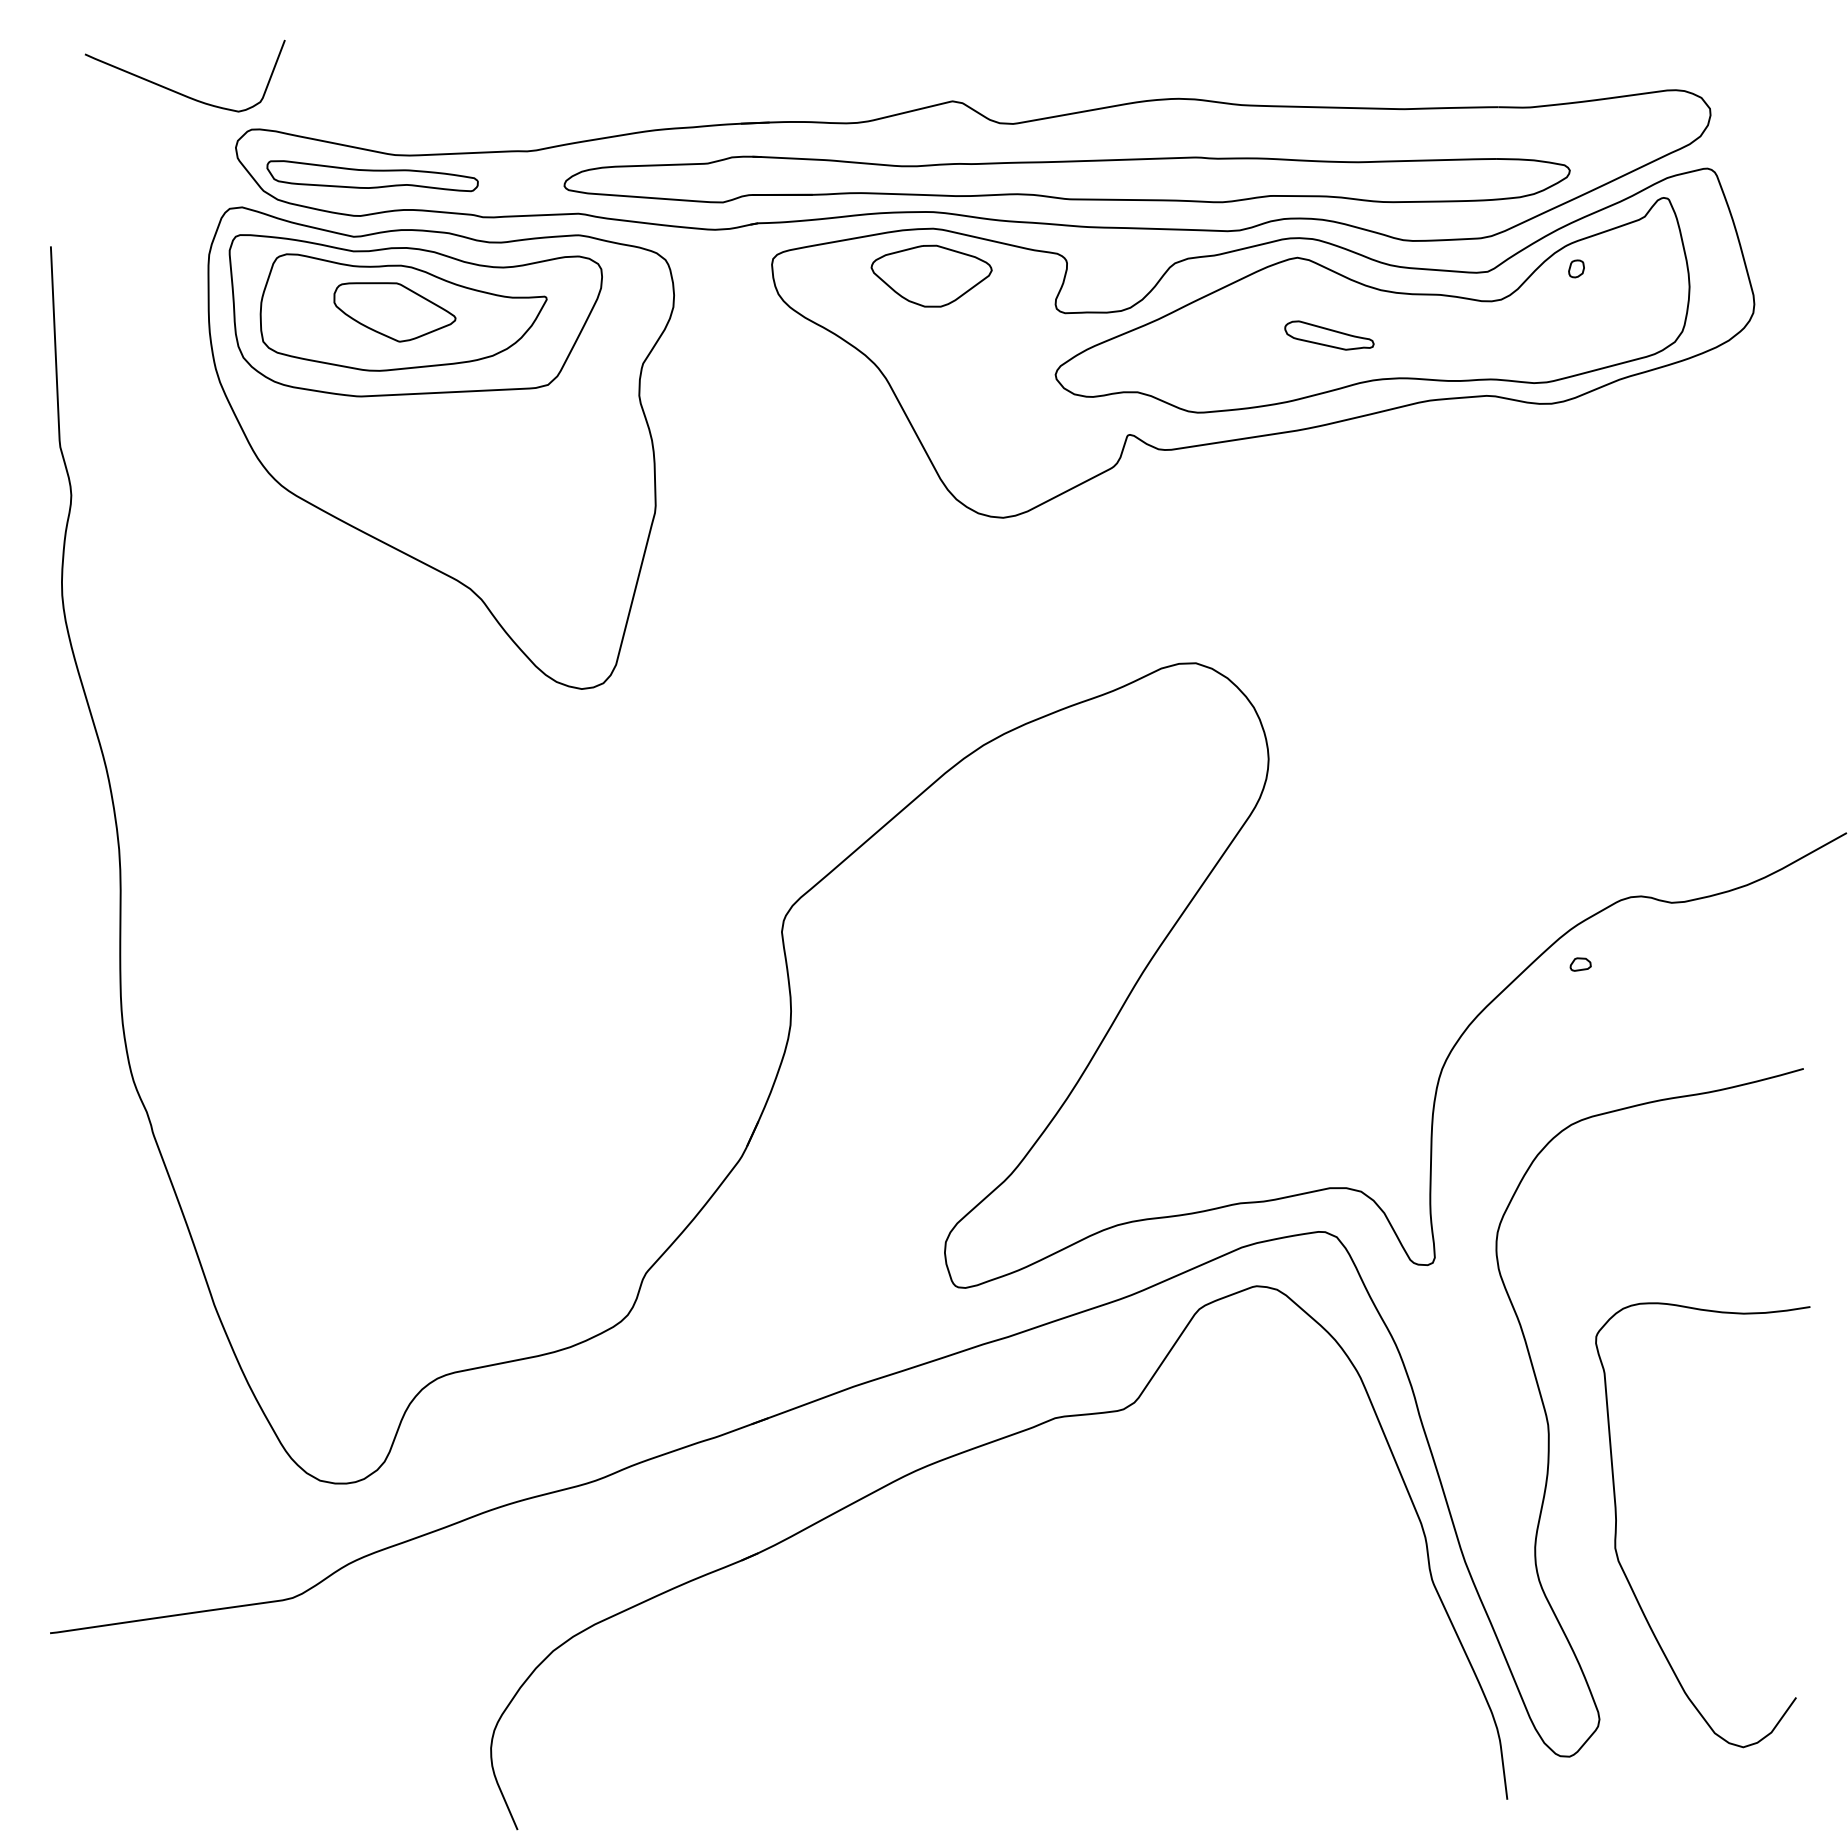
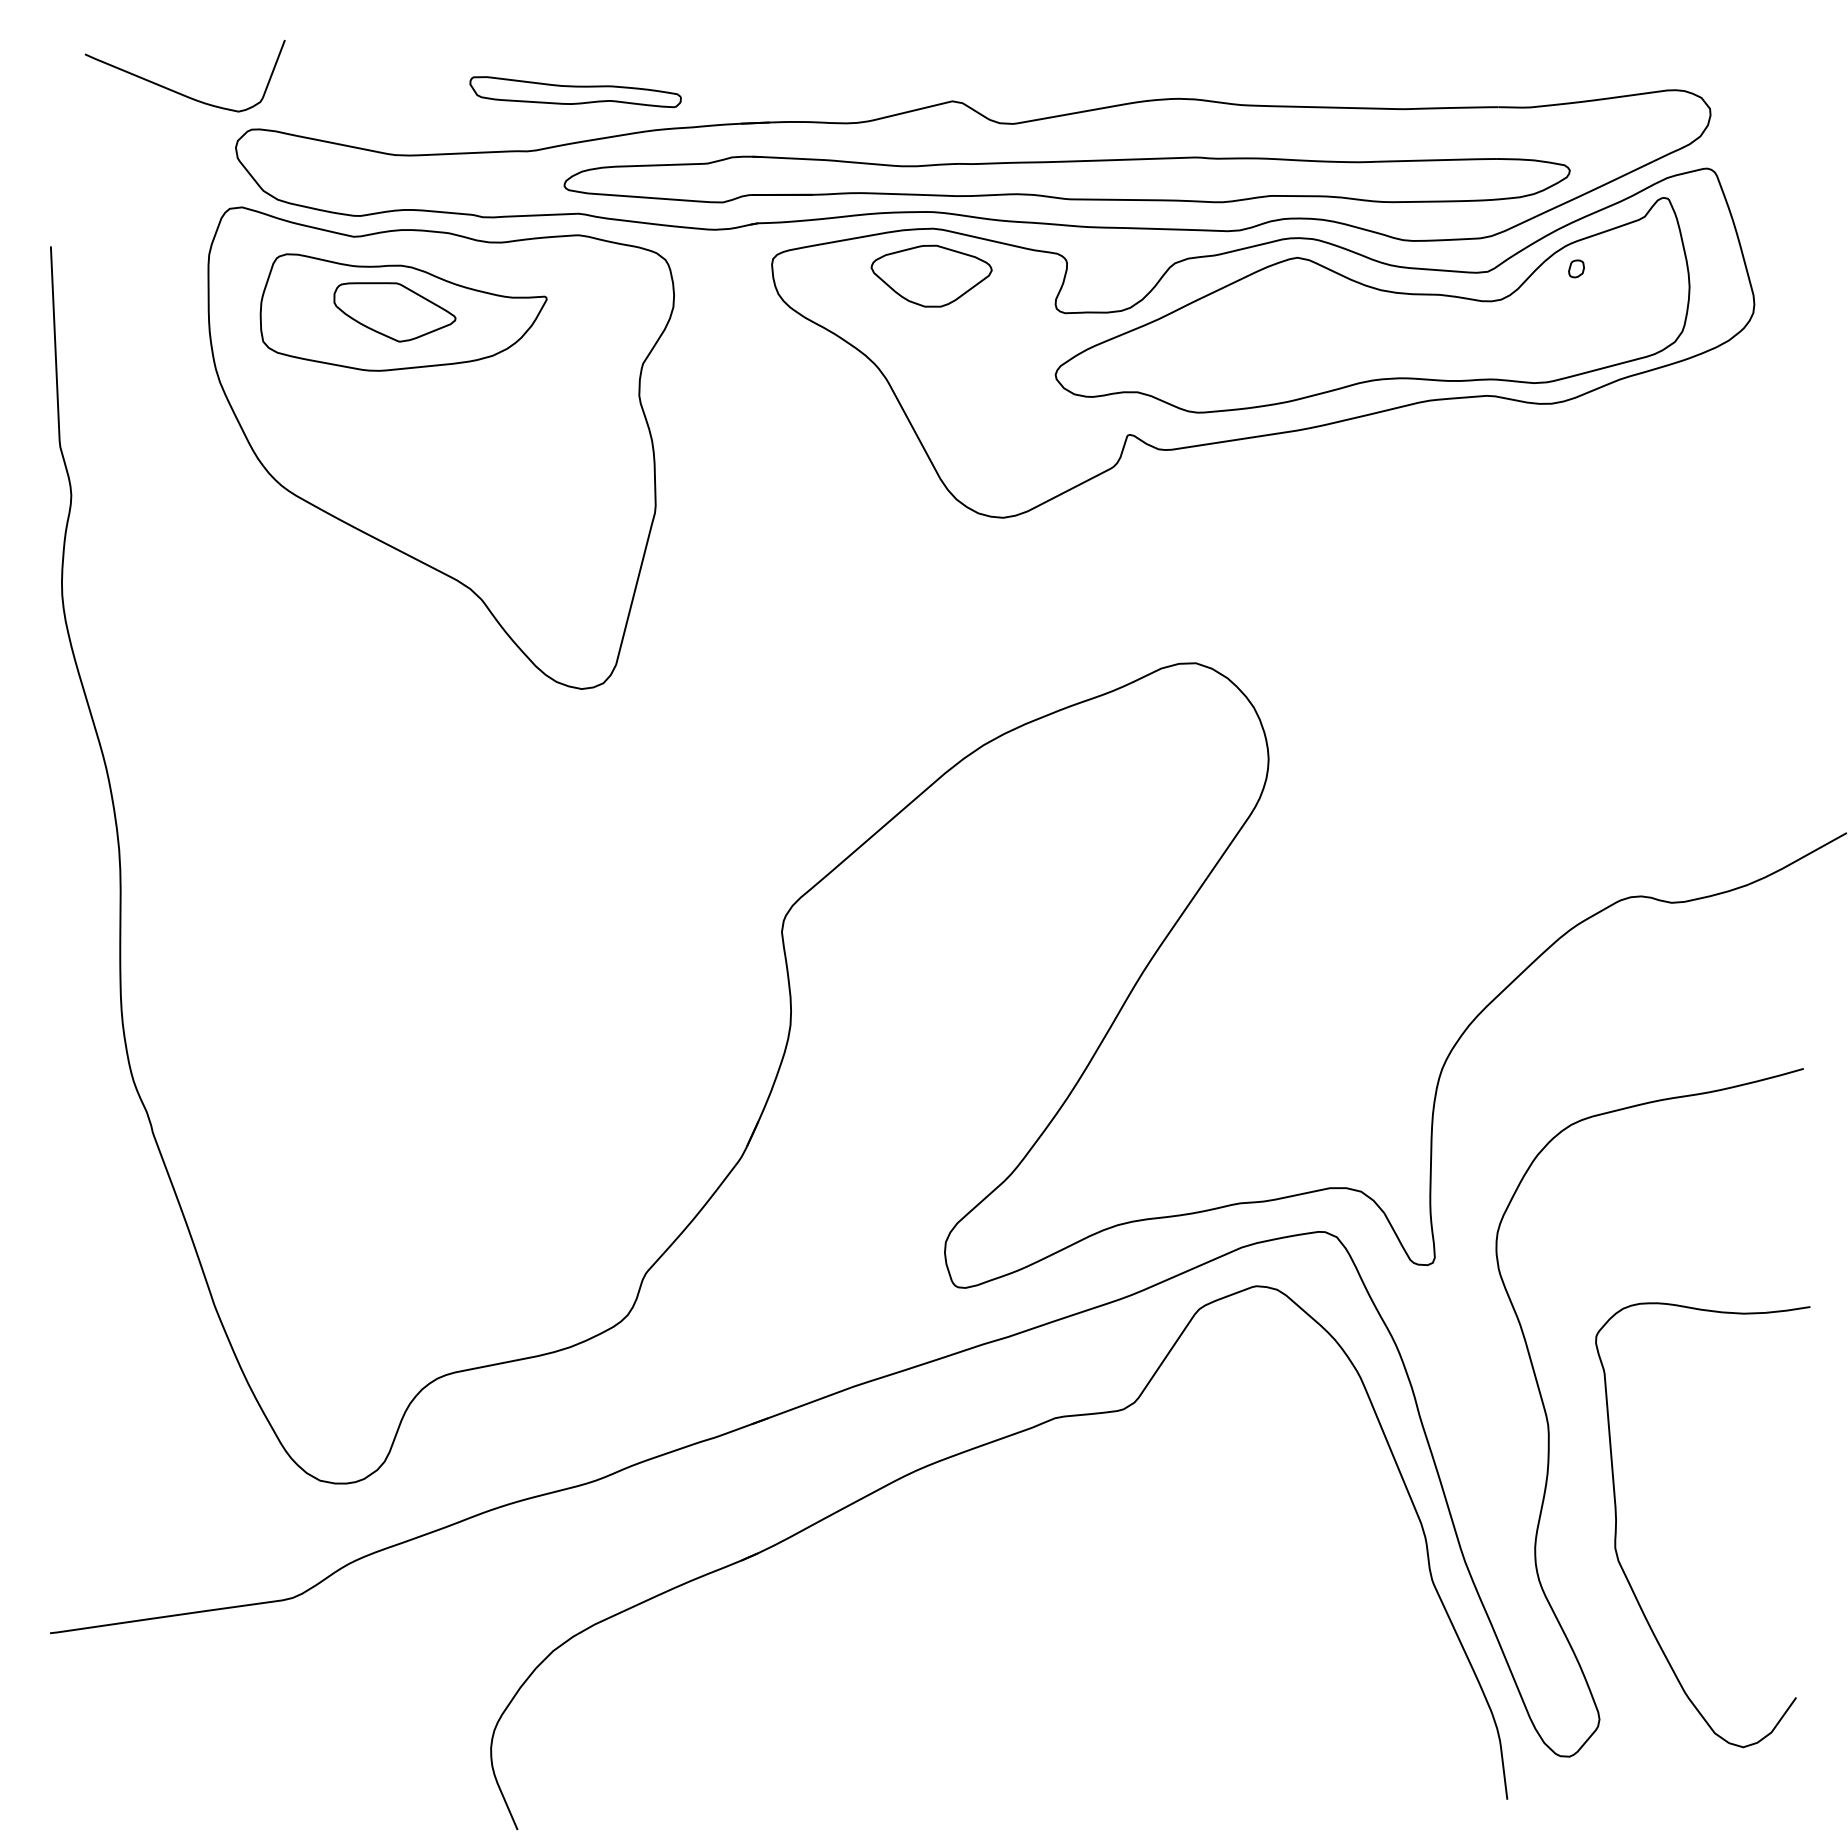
part at (372, 176) position: (372, 176) -> (575, 92)
part at (415, 315): present -> none
part at (1329, 335): present -> none
part at (1580, 964): present -> none
